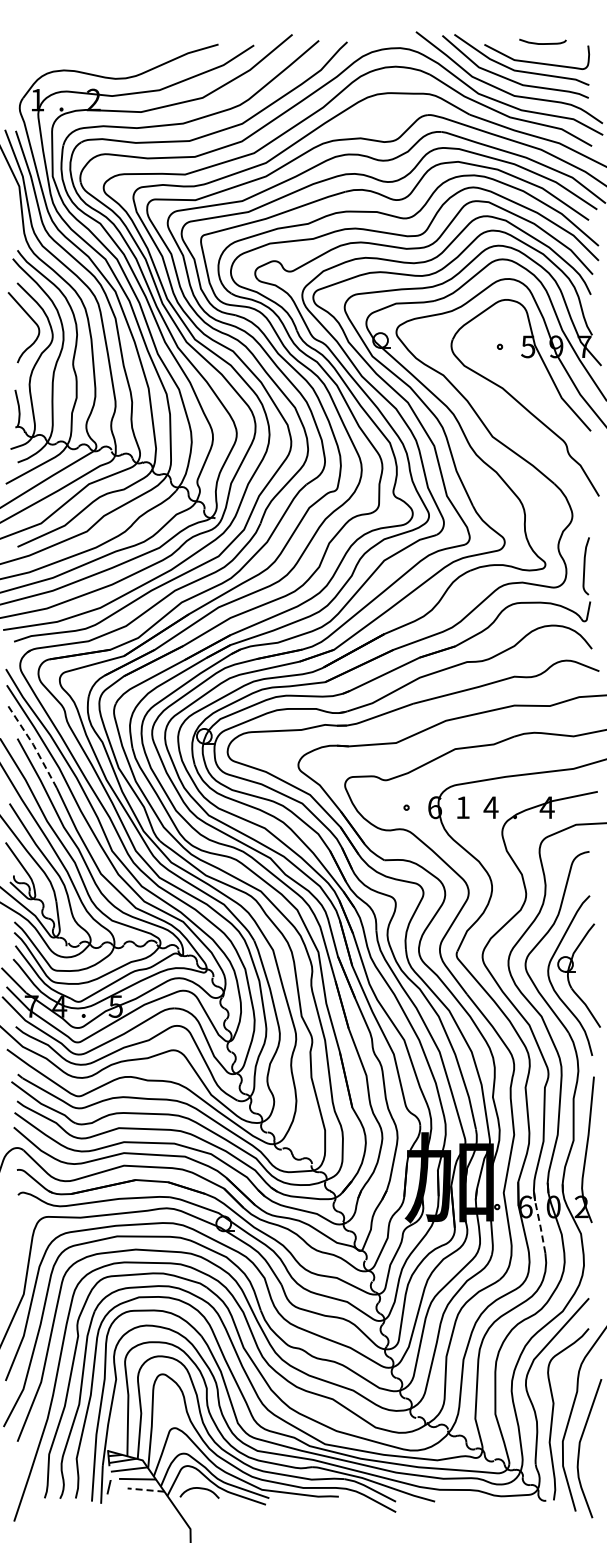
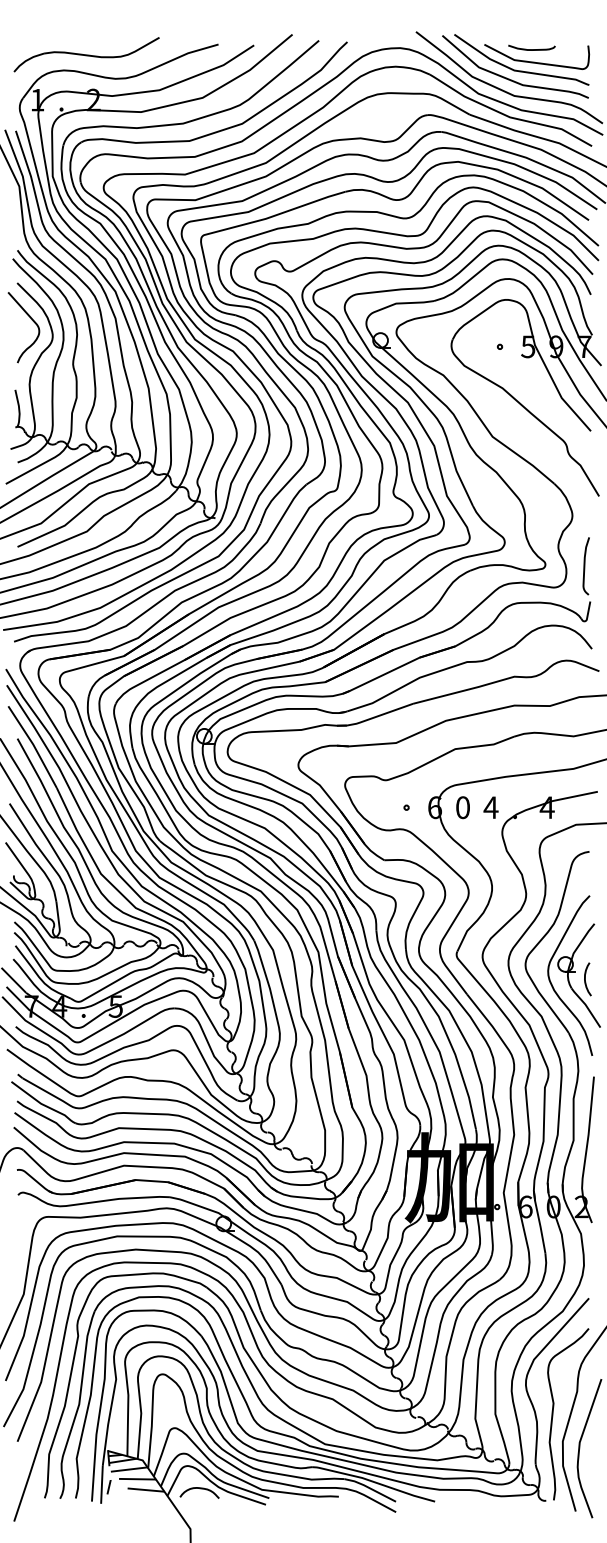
curve at (542, 43) position: (542, 43) -> (531, 49)
part at (86, 54): none -> present
line at (33, 745): dashed -> solid
text at (462, 807): 1 -> 0
curve at (585, 979): none -> present
line at (539, 1221): dashed -> solid
line at (145, 1490): dashed -> solid
